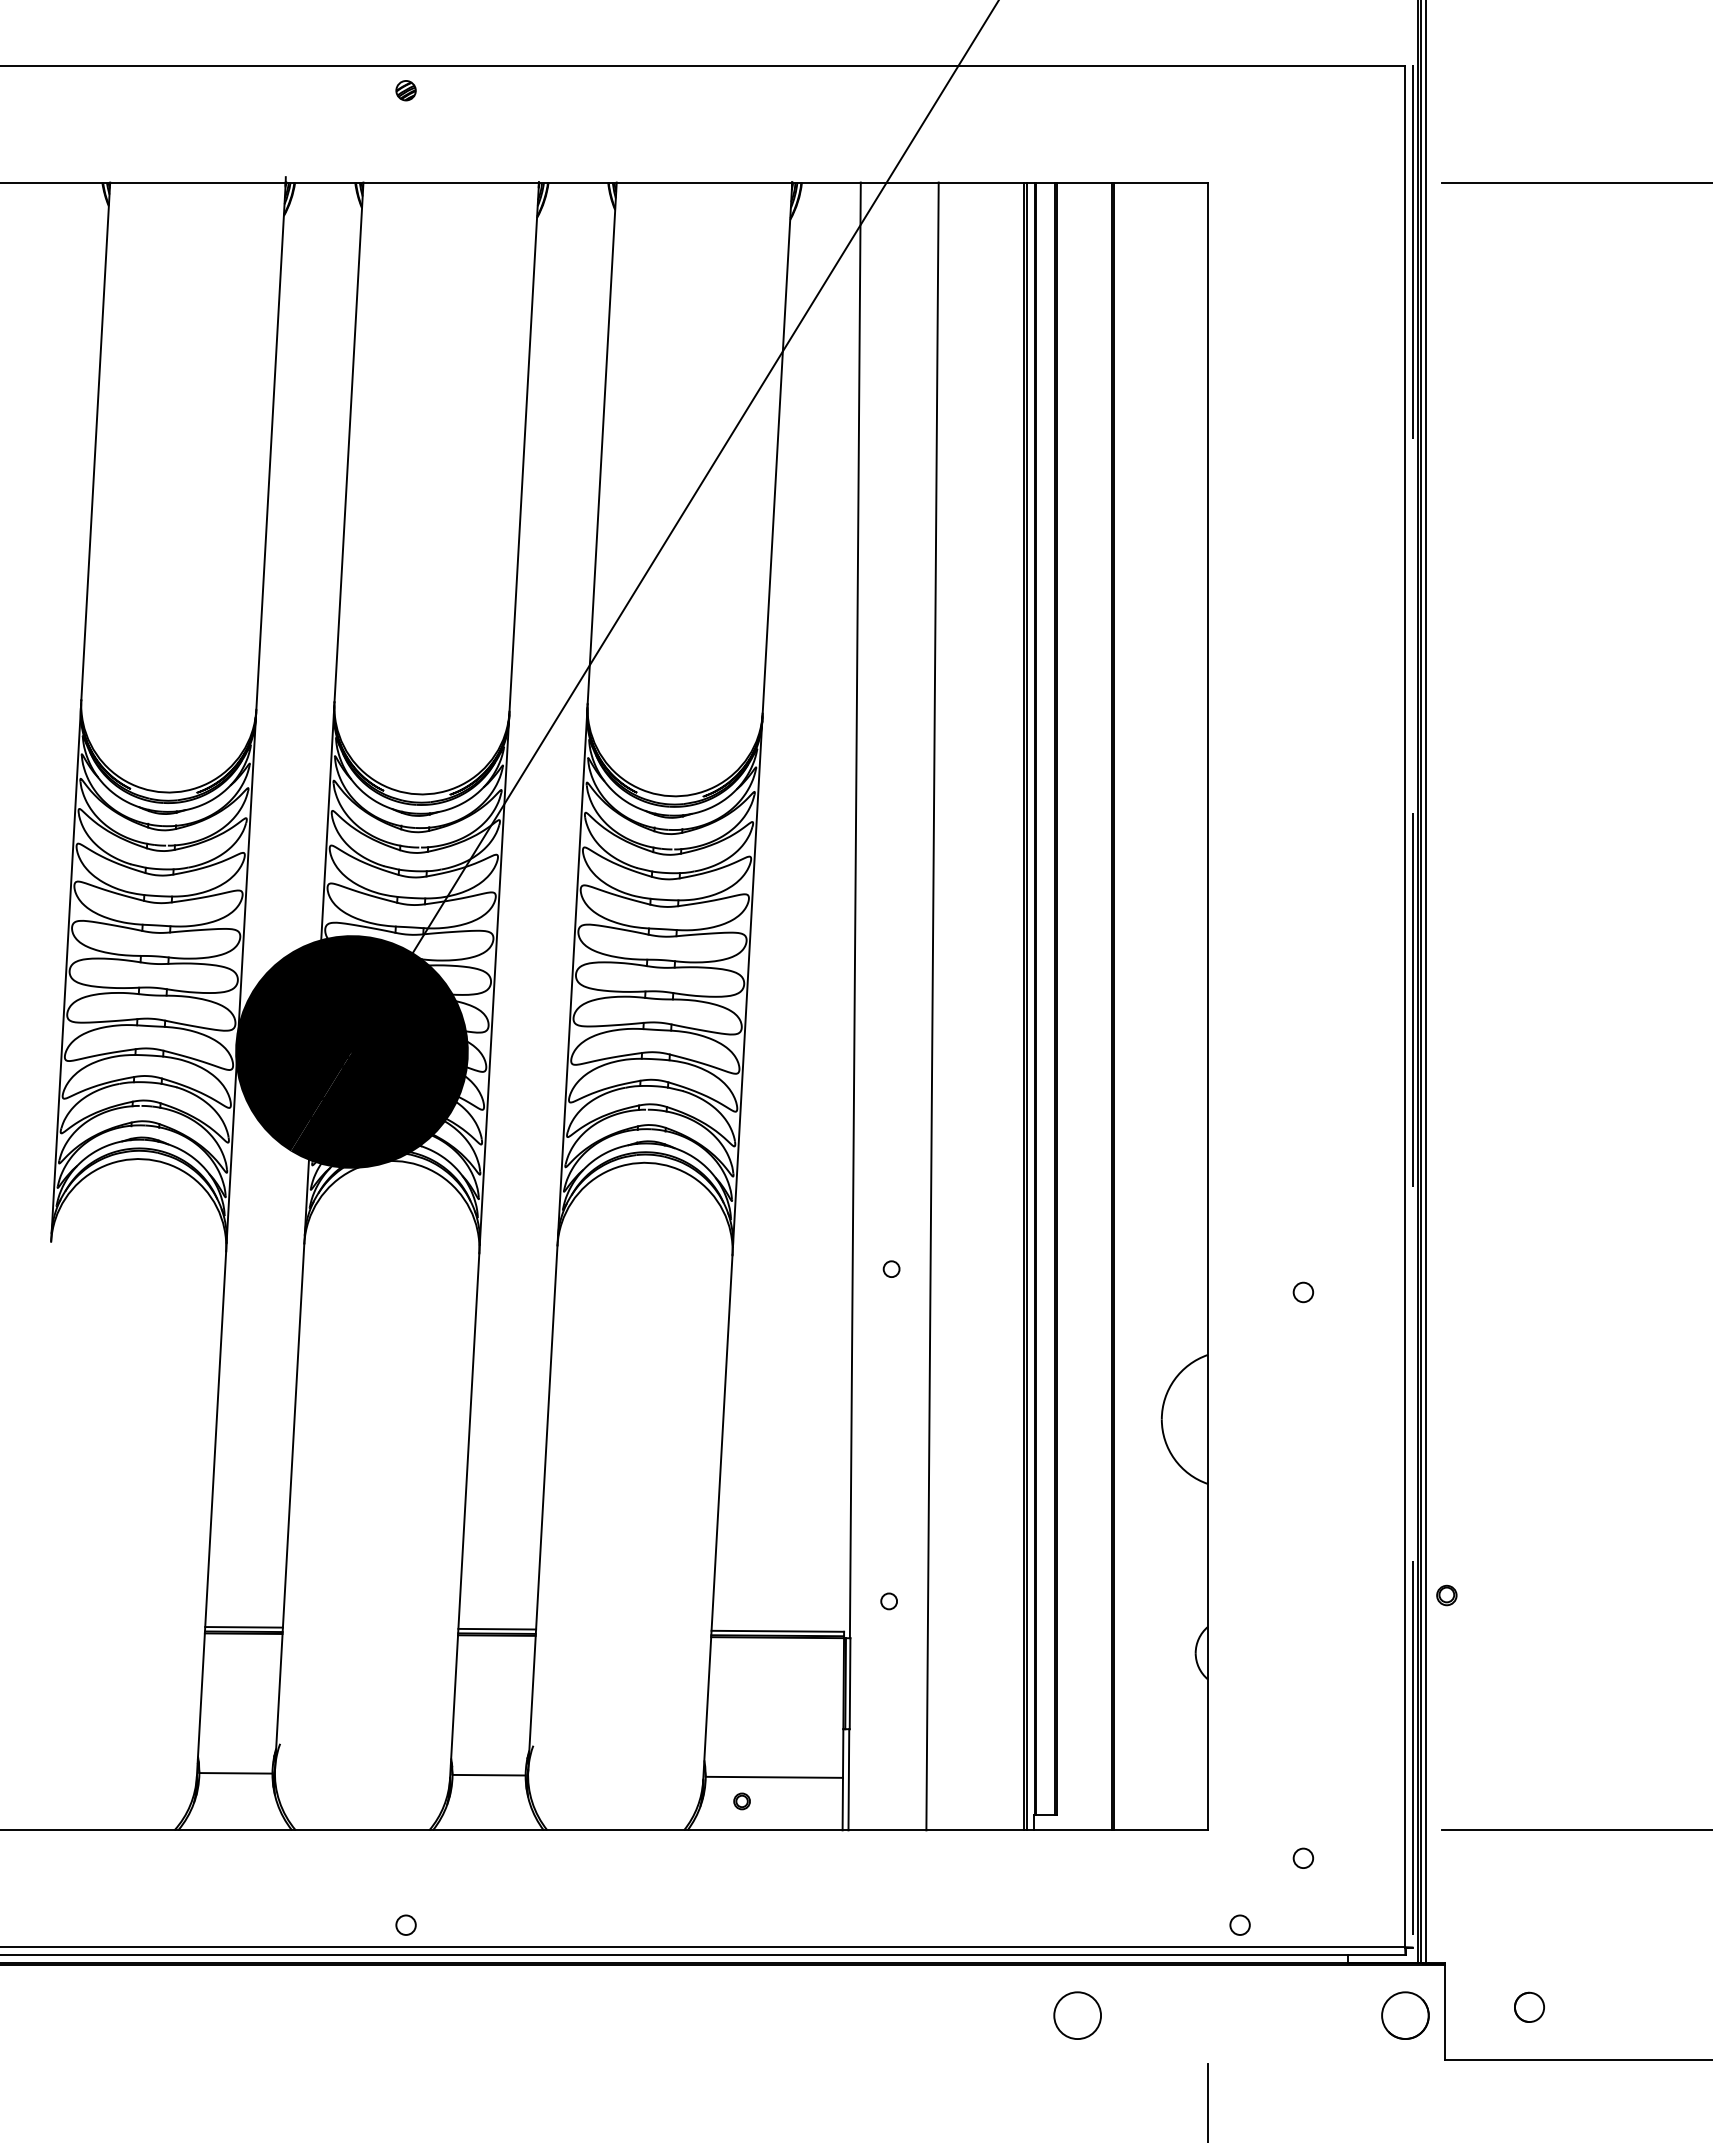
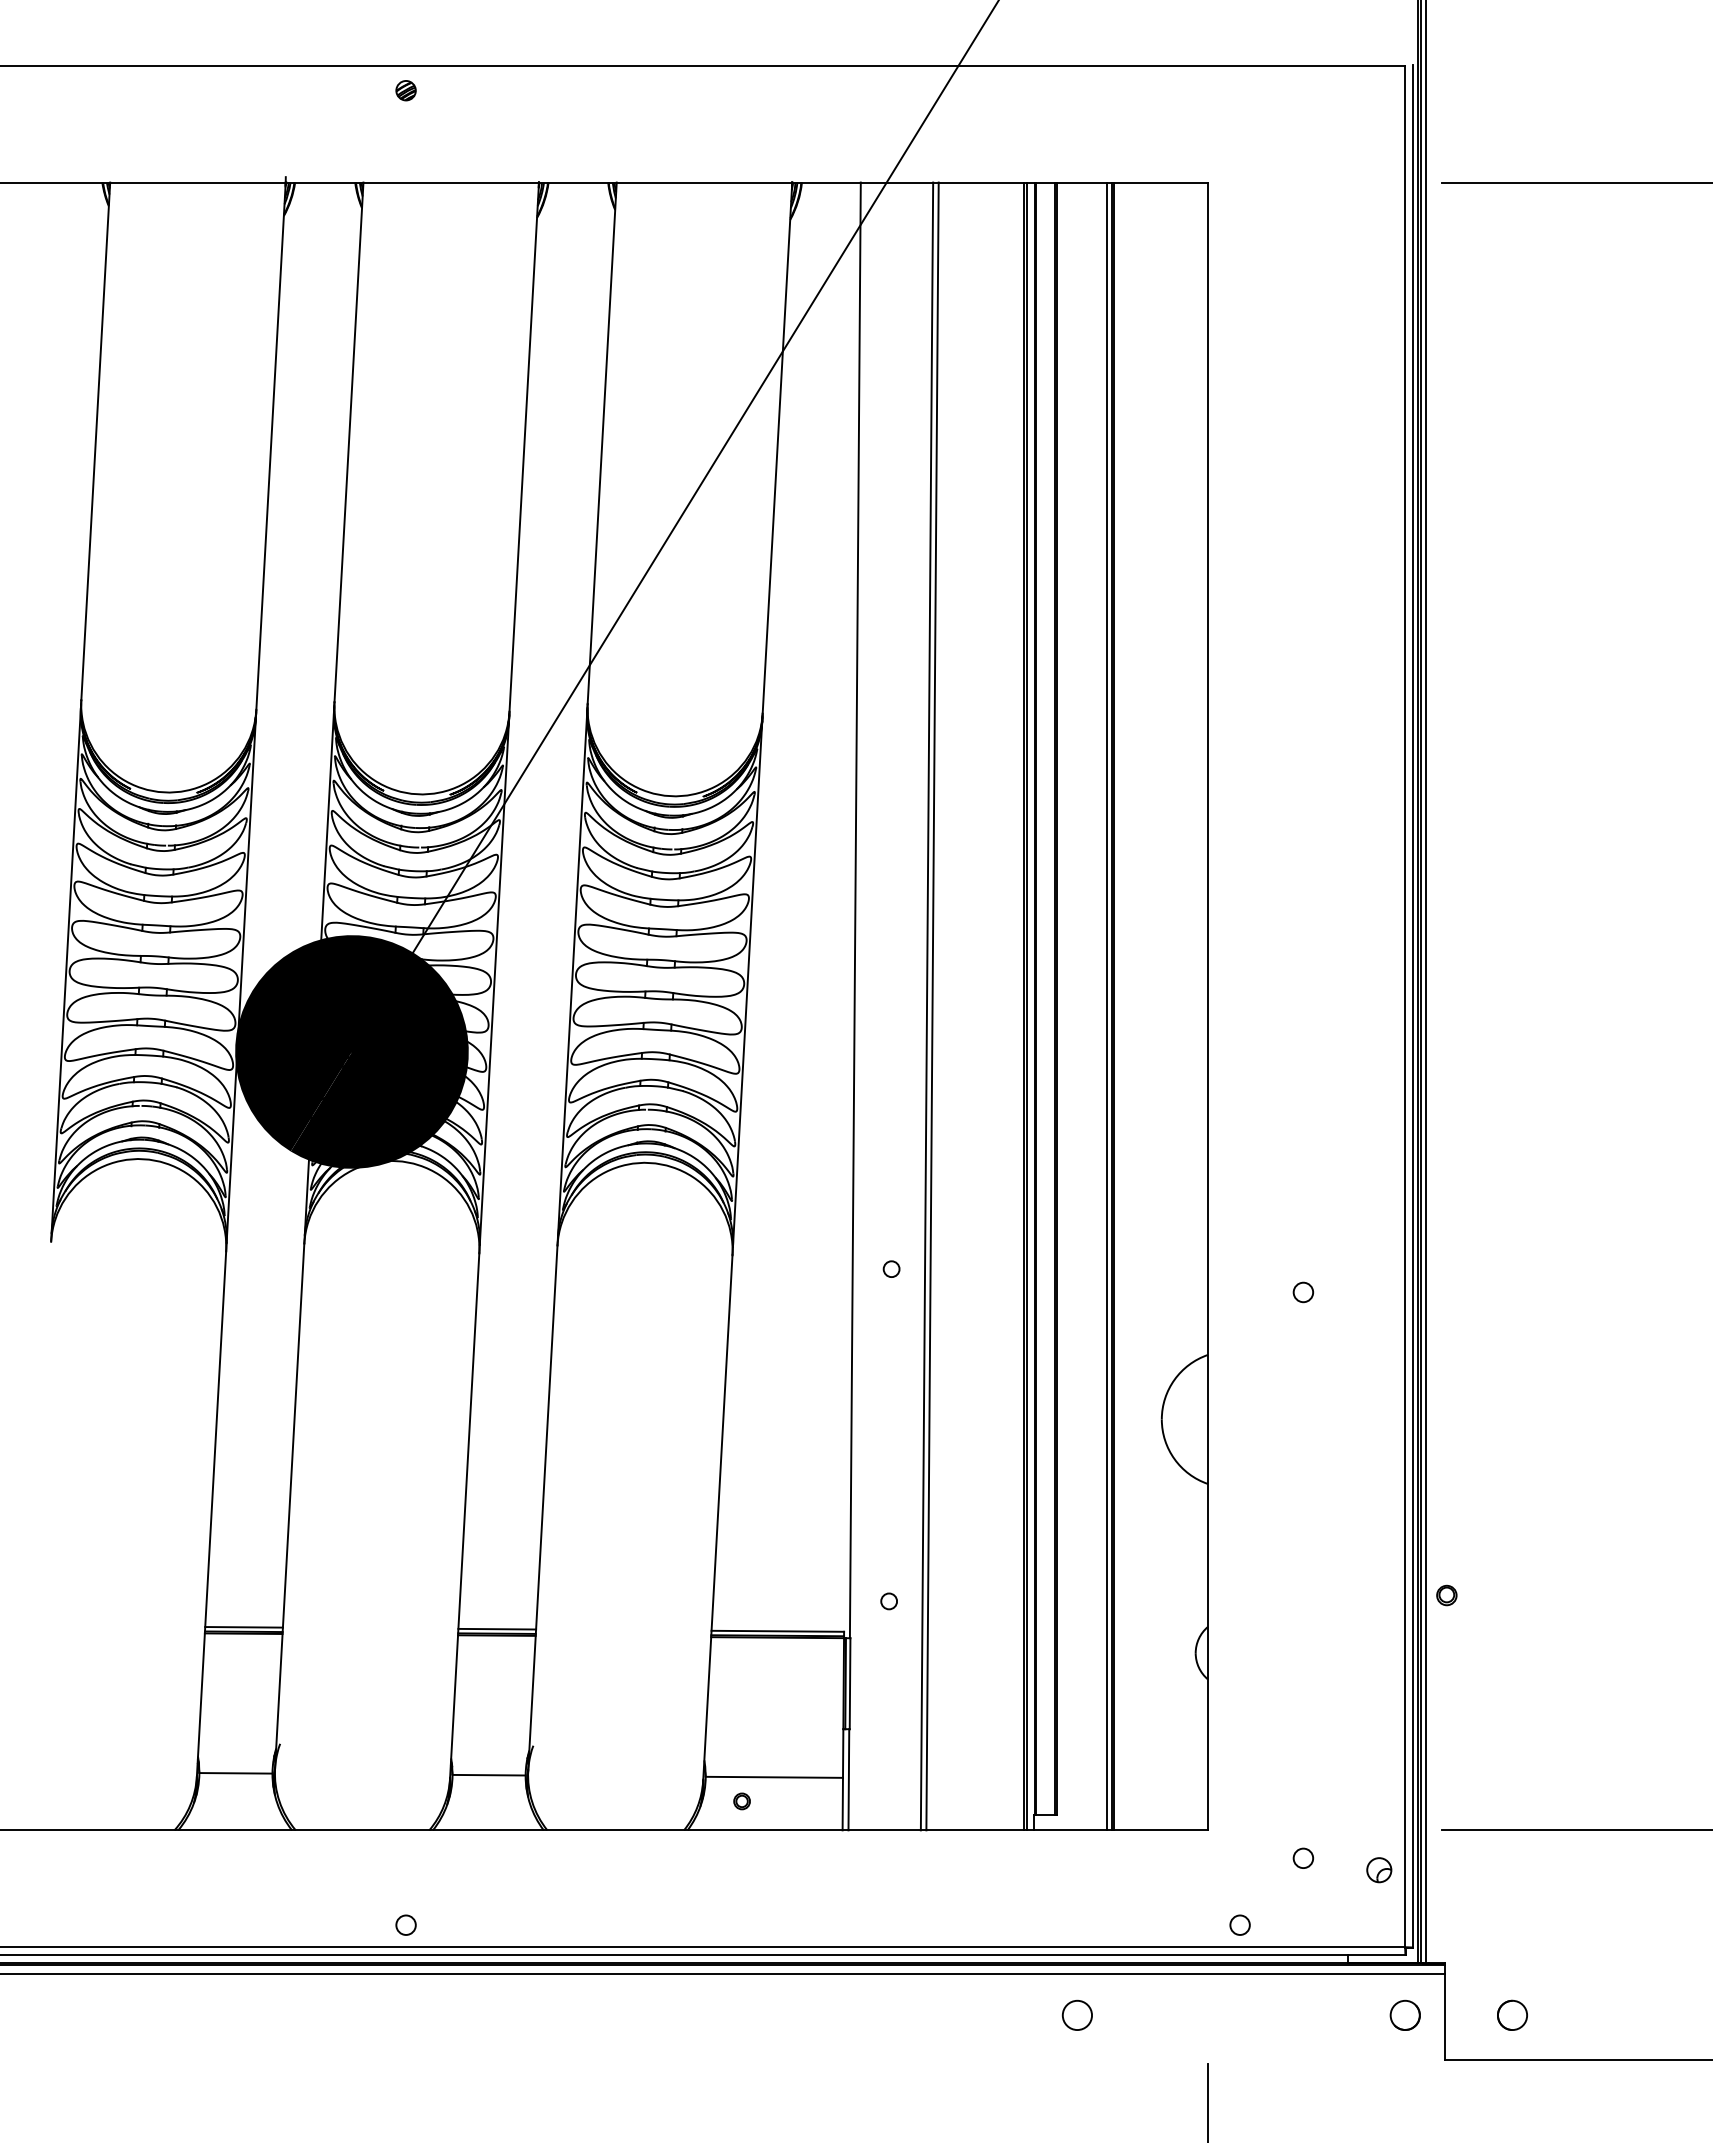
line at (926, 1006): none -> present
line at (1106, 1006): none -> present
line at (1413, 1006): dashed -> solid
part at (1379, 1870): none -> present
line at (723, 1973): none -> present
circle at (1529, 2006) position: (1529, 2006) -> (1512, 2014)
circle at (1077, 2015) size: 49x49 px -> 32x32 px
circle at (1405, 2015) size: 49x49 px -> 32x32 px
